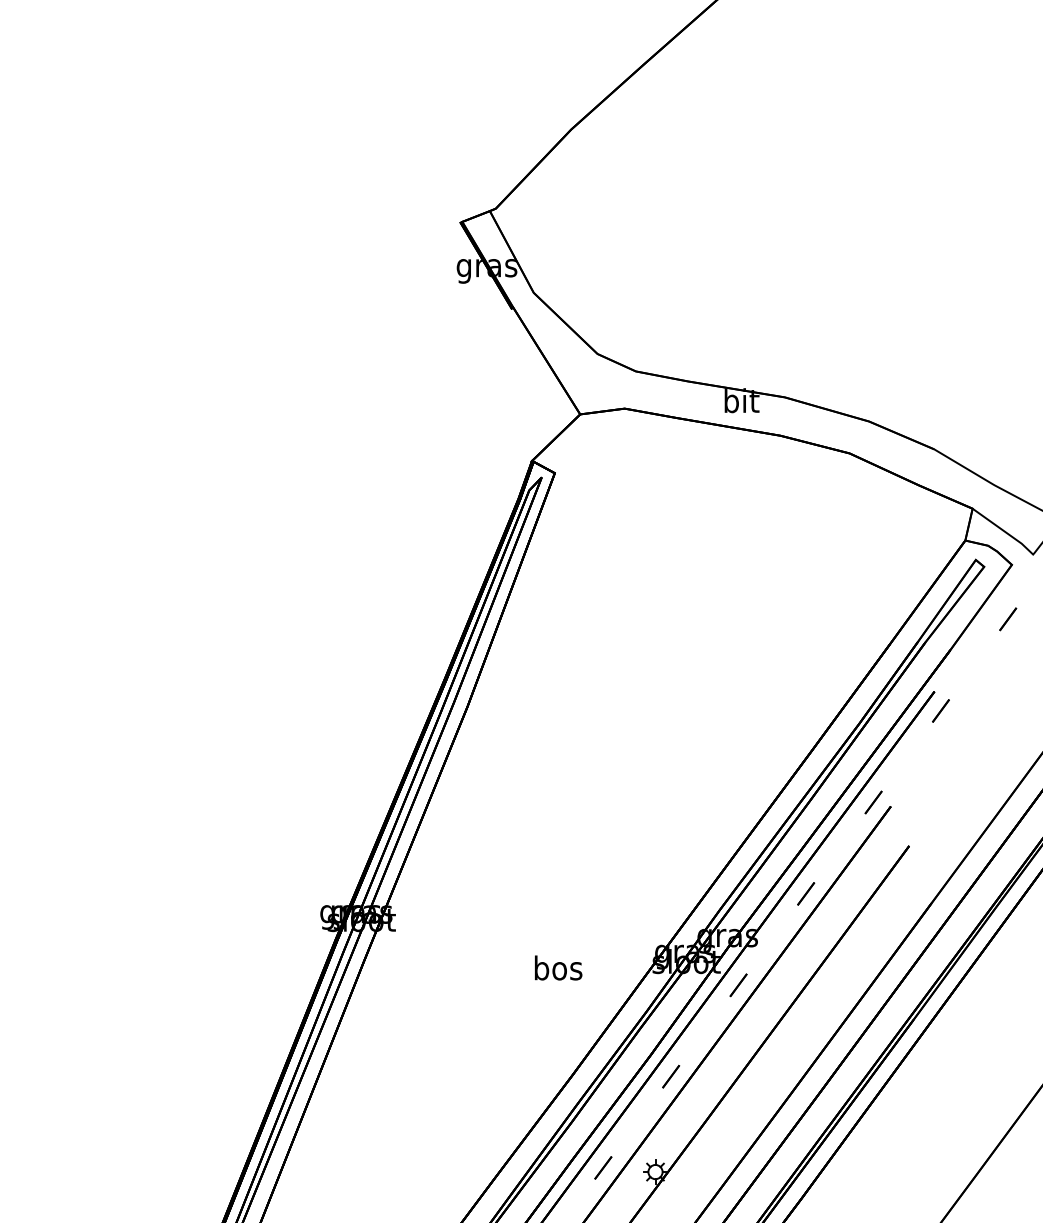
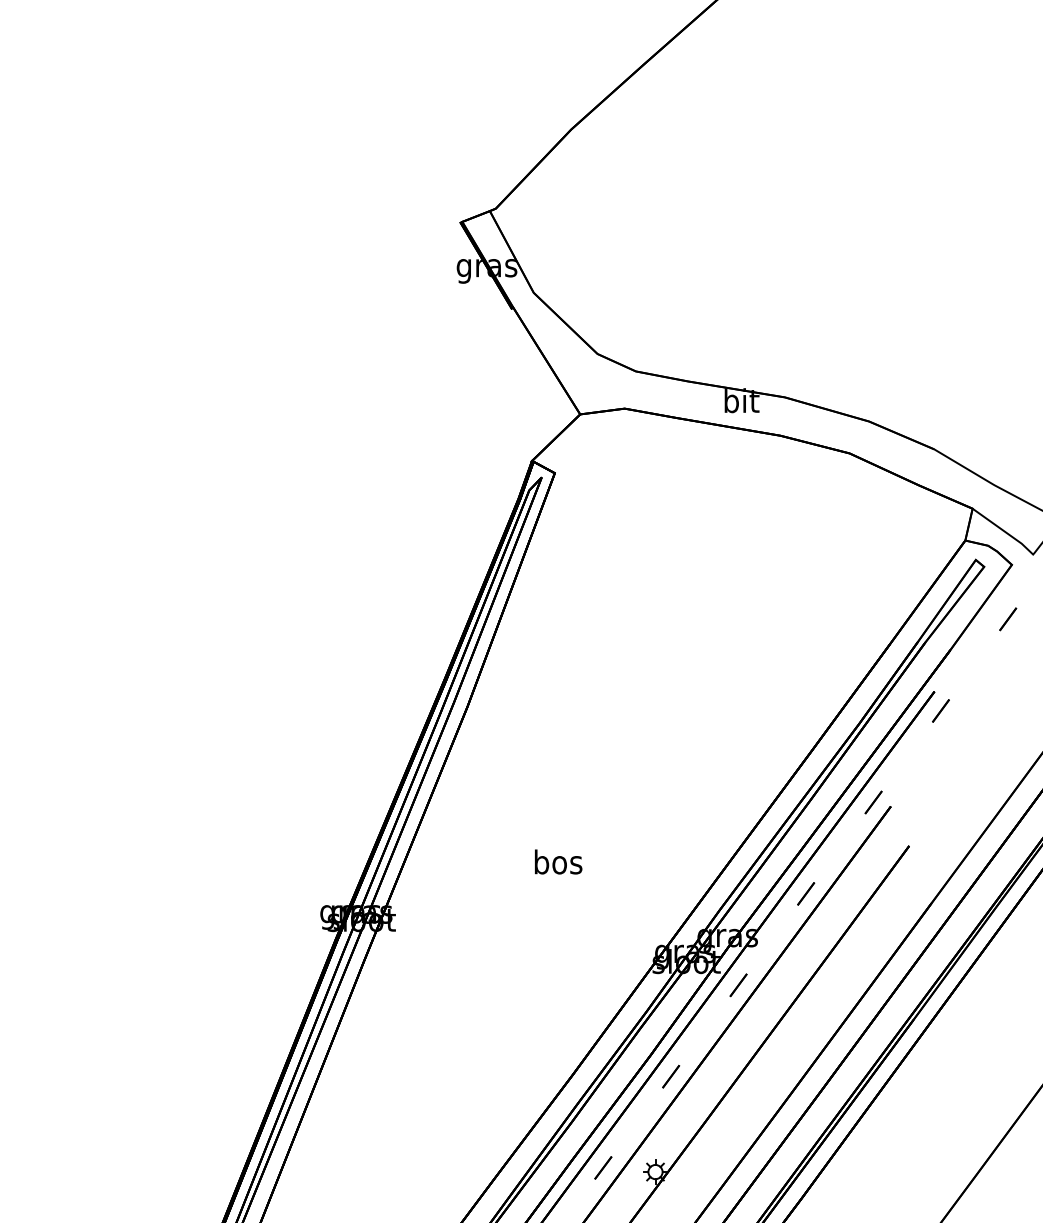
text at (558, 967) position: (558, 967) -> (558, 861)
